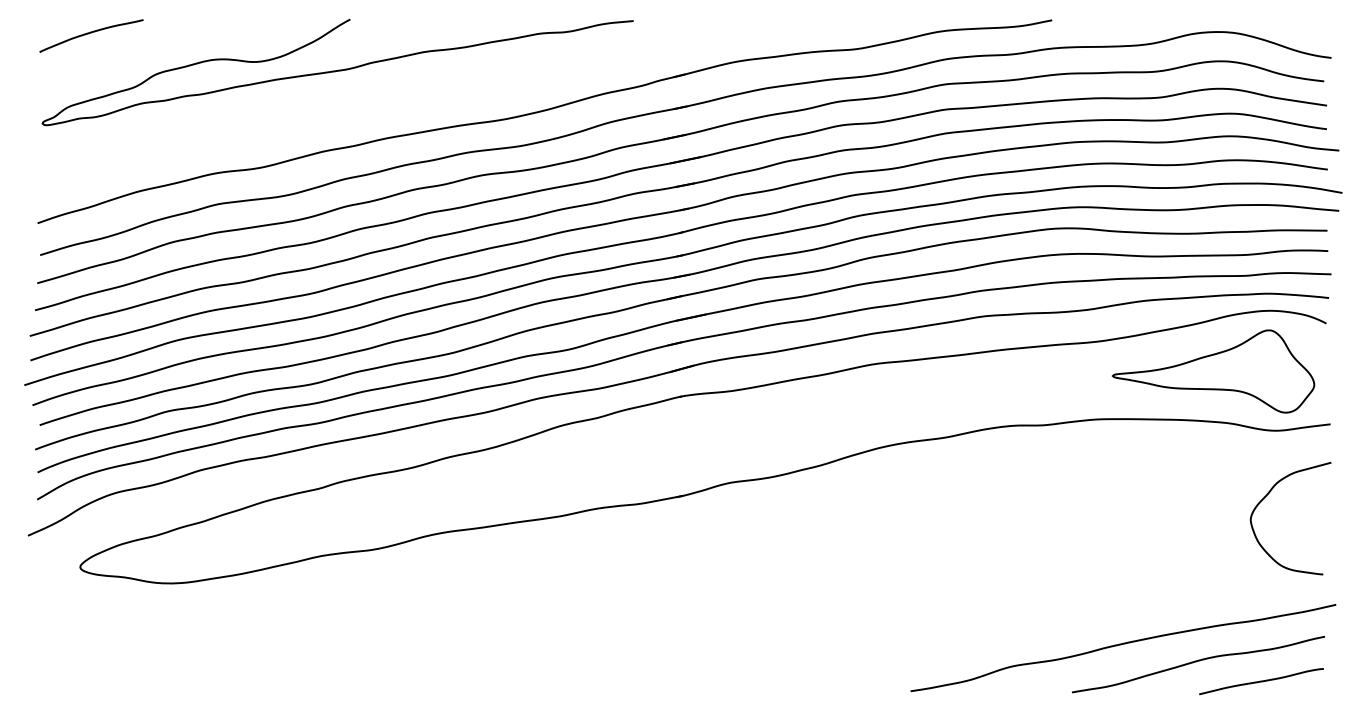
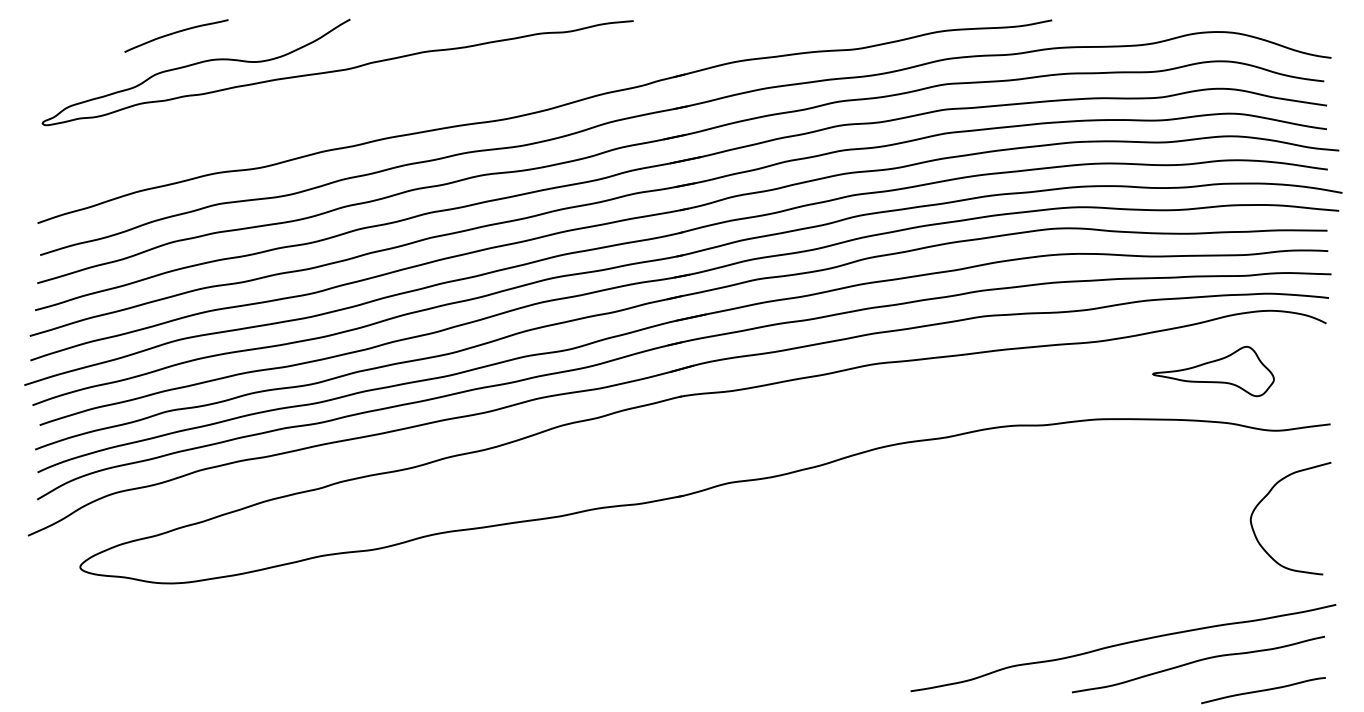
curve at (91, 33) position: (91, 33) -> (176, 33)
part at (1213, 371) size: 205x85 px -> 123x52 px
curve at (1261, 681) position: (1261, 681) -> (1263, 690)
